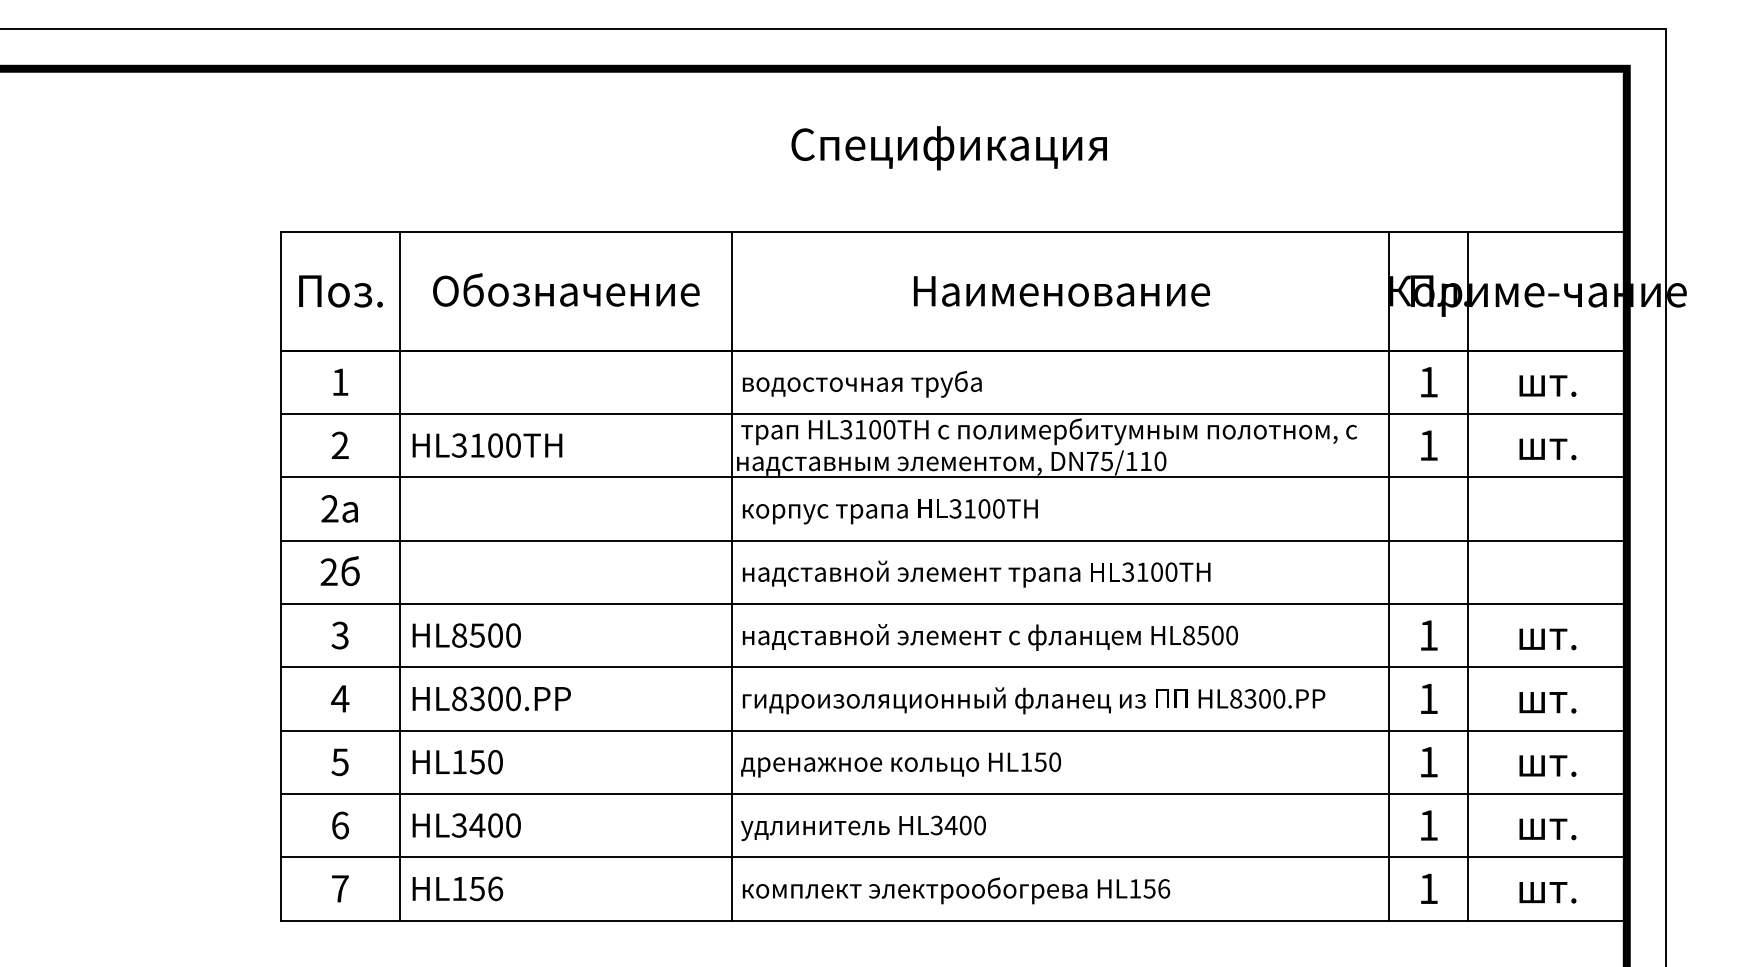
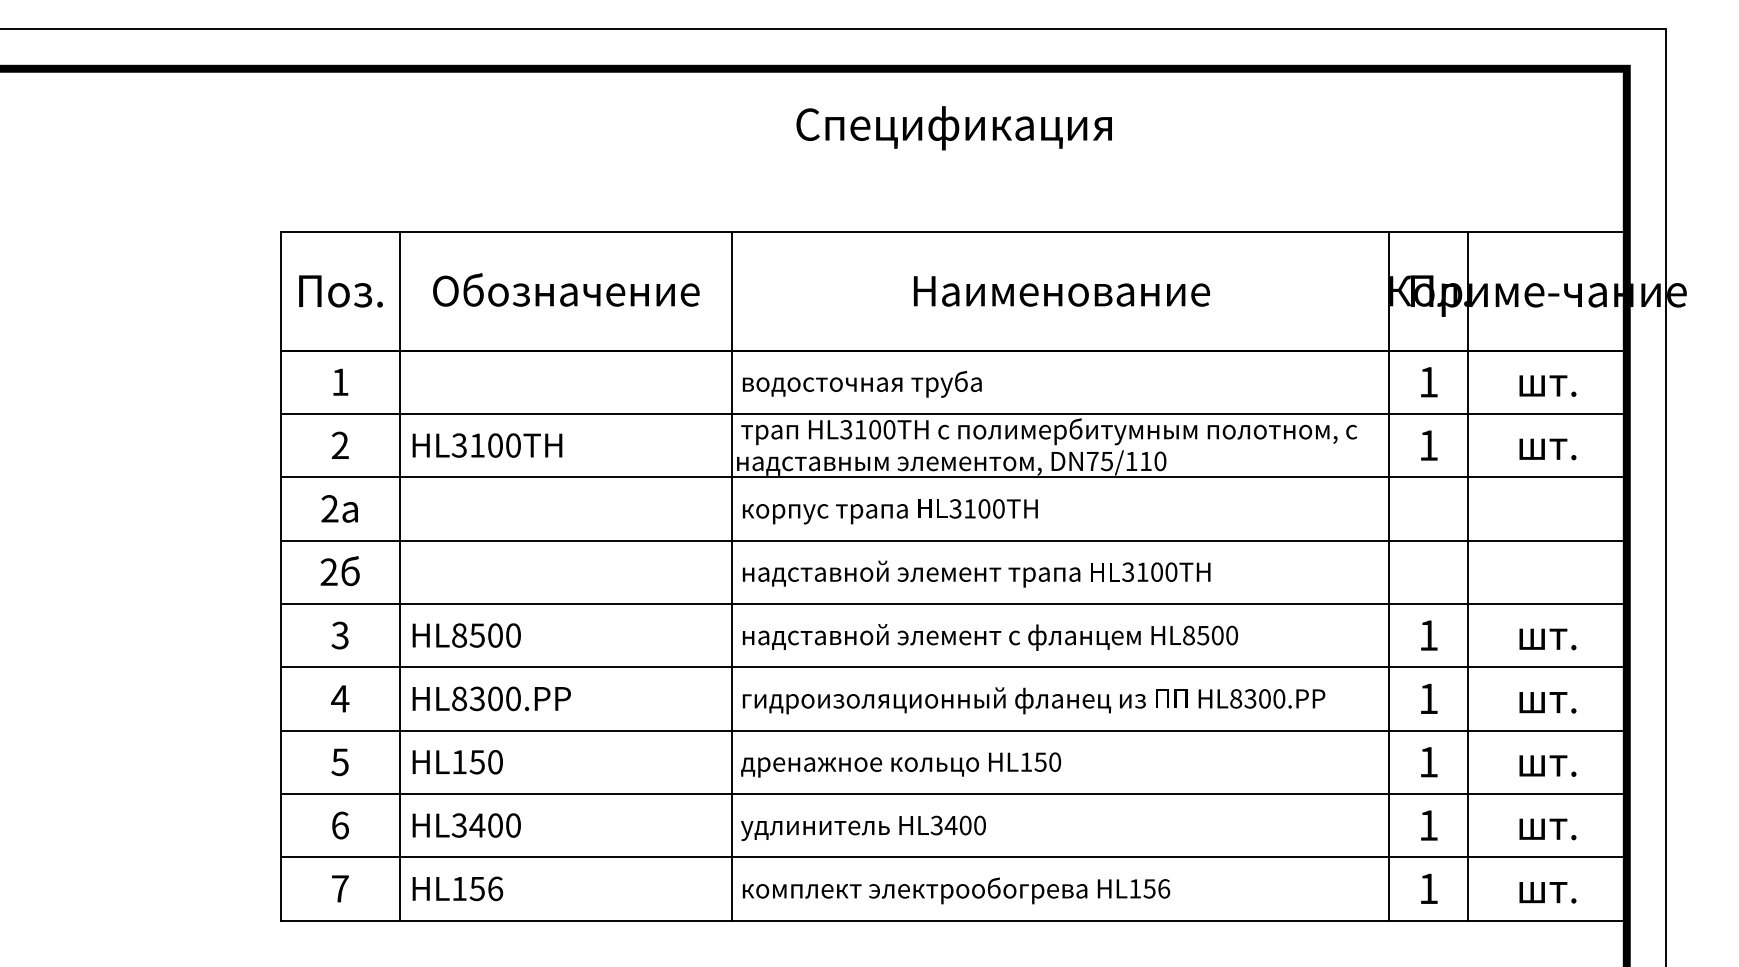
text at (948, 148) position: (948, 148) -> (953, 128)
